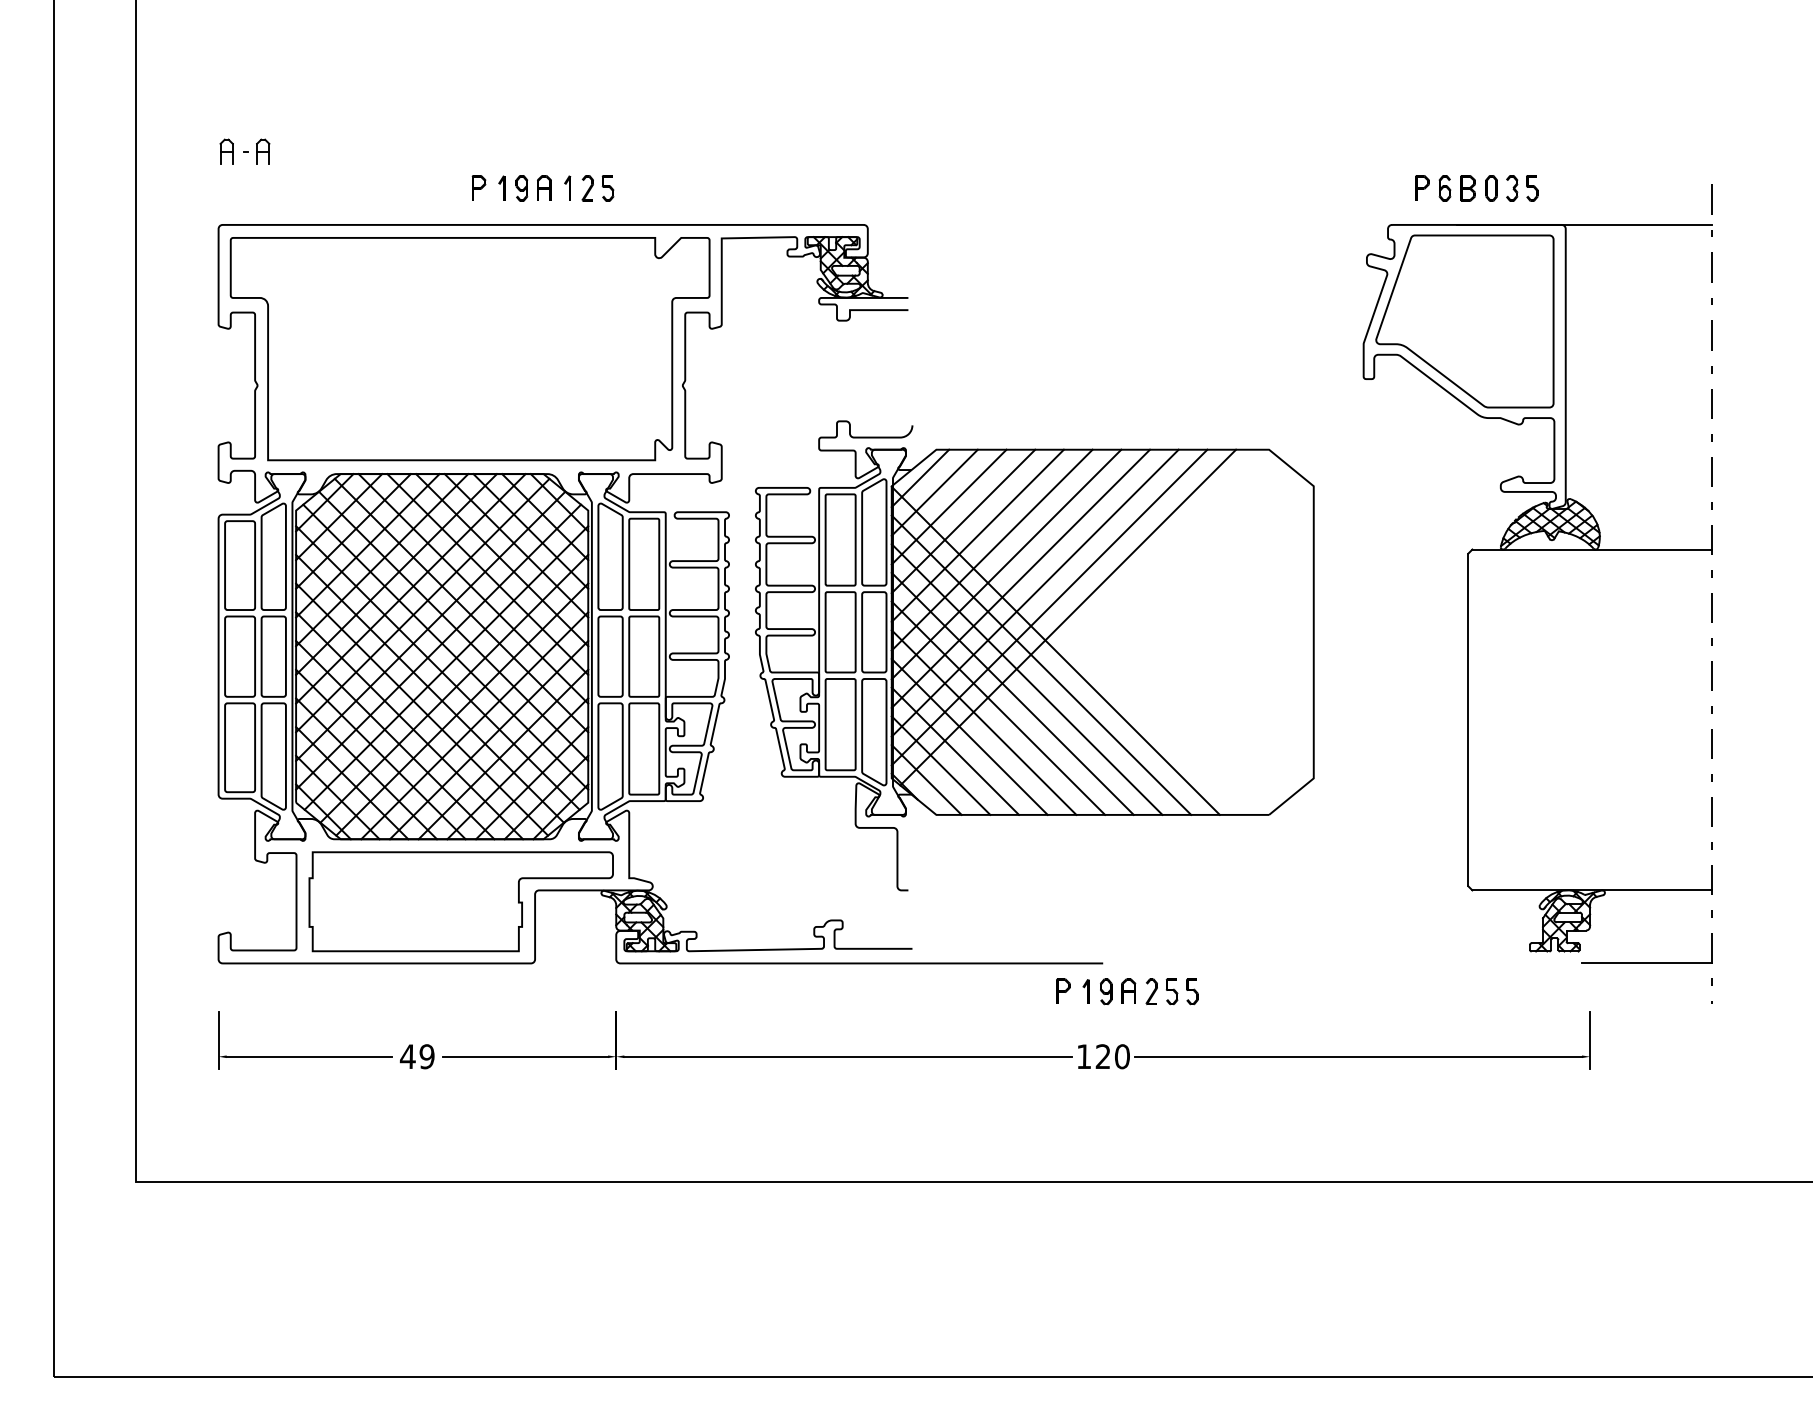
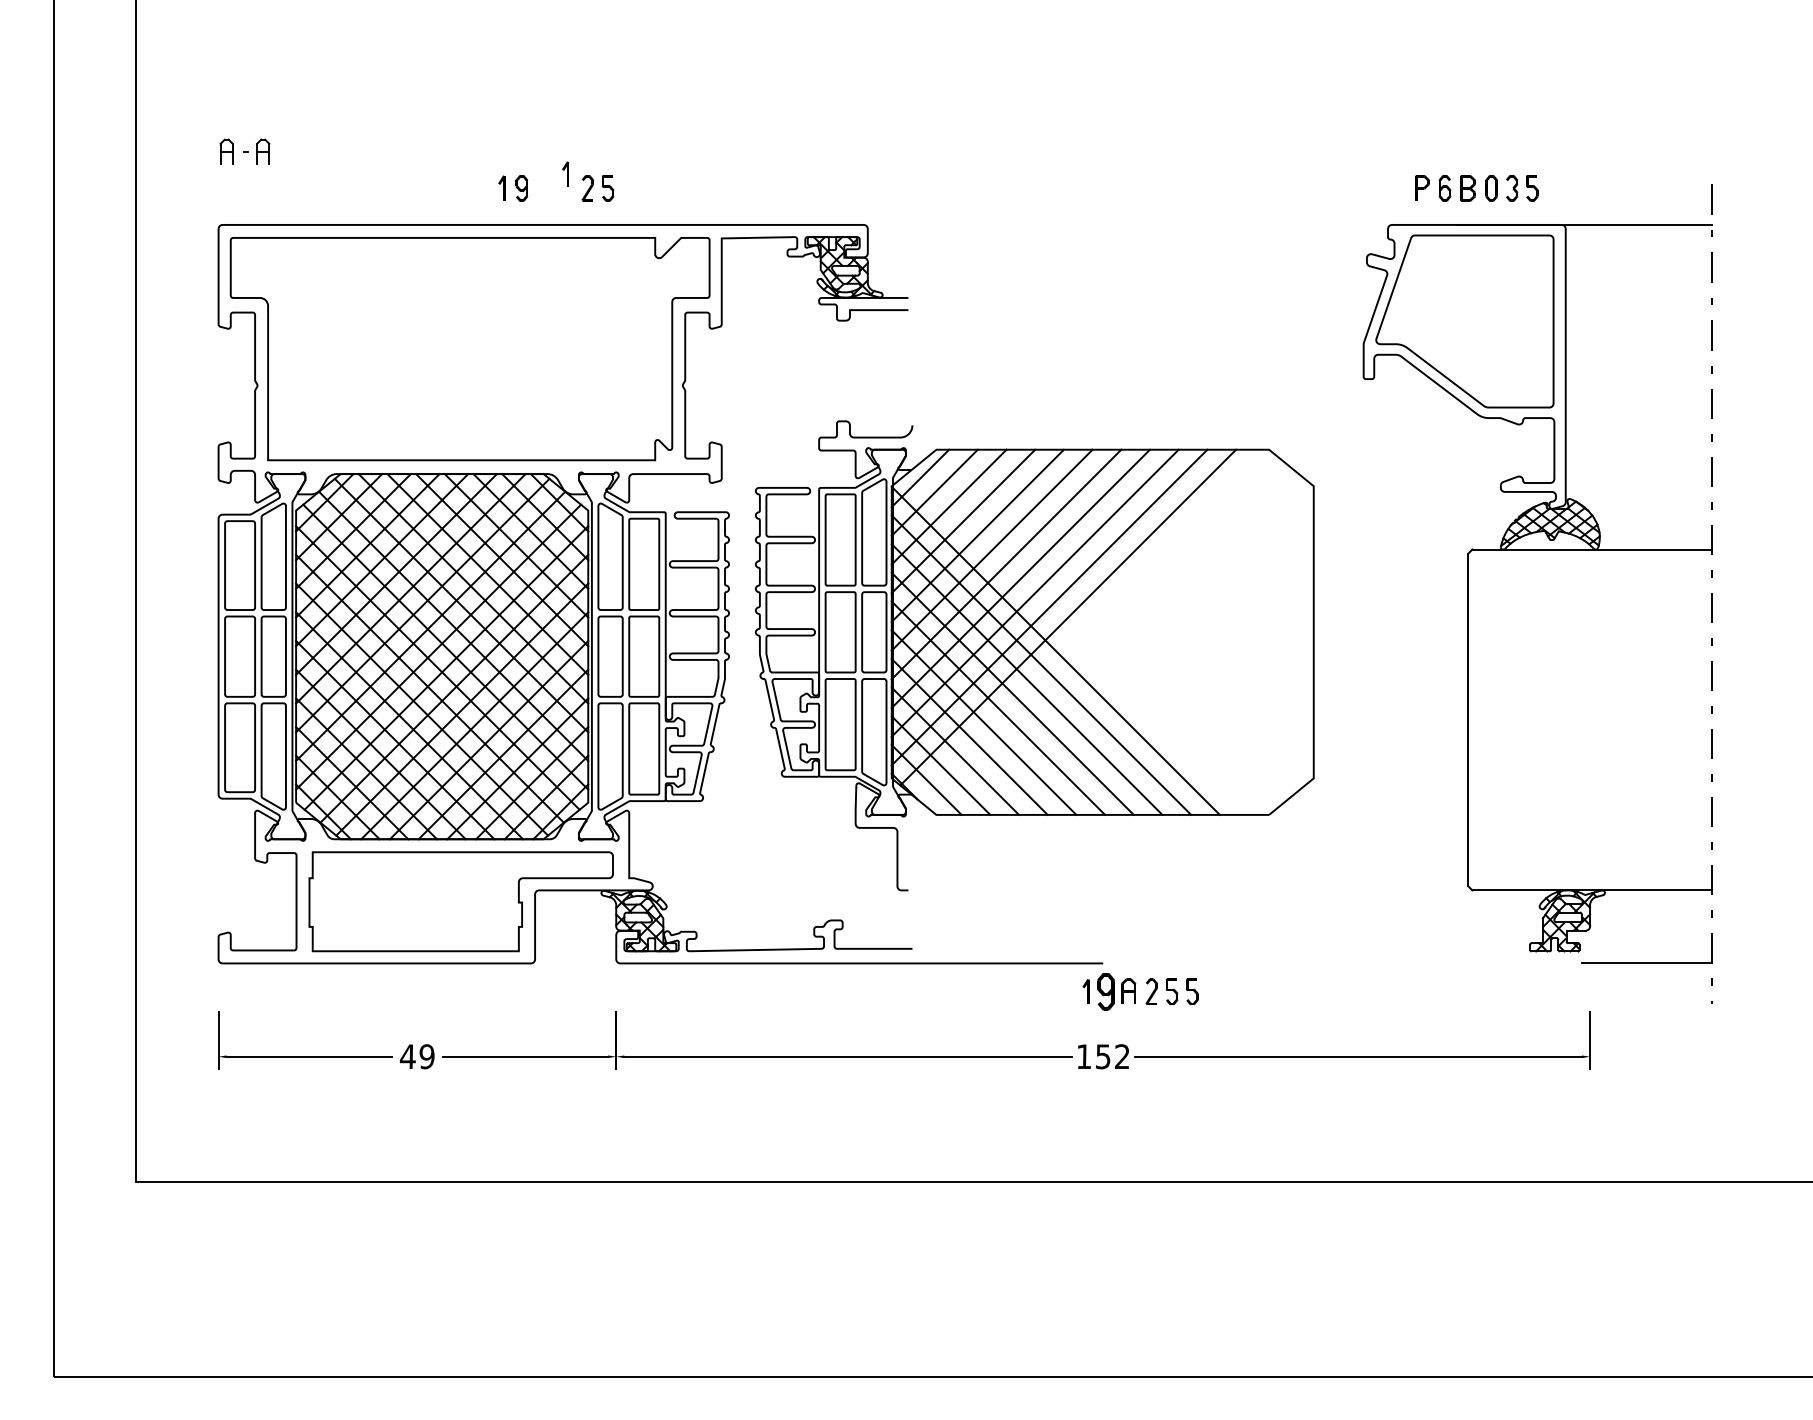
part at (478, 187): present -> none
part at (544, 187): present -> none
part at (567, 187) position: (567, 187) -> (565, 173)
part at (1063, 990): present -> none
part at (1106, 991) size: 13x28 px -> 18x38 px
text at (1112, 1056): 120 -> 152
